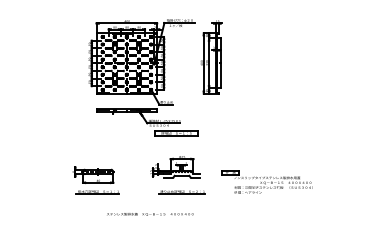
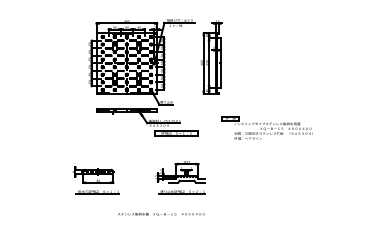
part at (175, 167) position: (175, 167) -> (180, 172)
part at (266, 181) position: (266, 181) -> (266, 127)
text at (150, 214) position: (150, 214) -> (161, 214)
